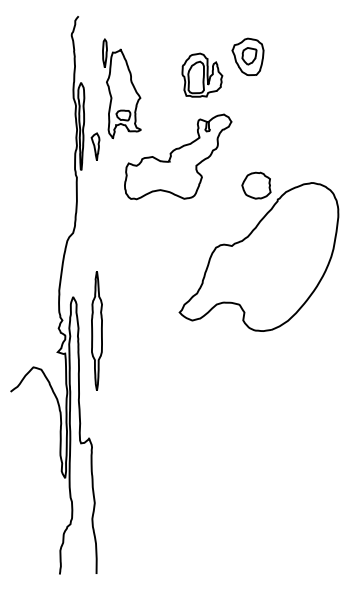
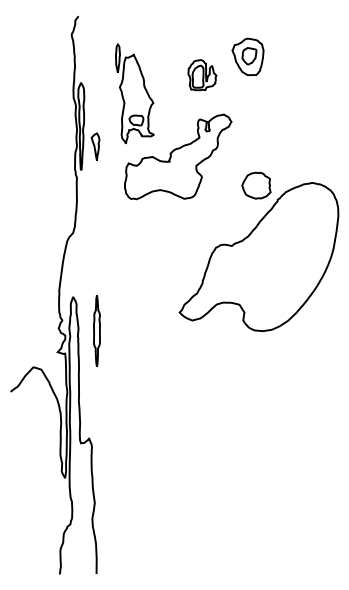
part at (202, 74) size: 43x46 px -> 31x33 px
part at (121, 88) position: (121, 88) -> (134, 93)
part at (96, 330) size: 12x120 px -> 8x72 px
